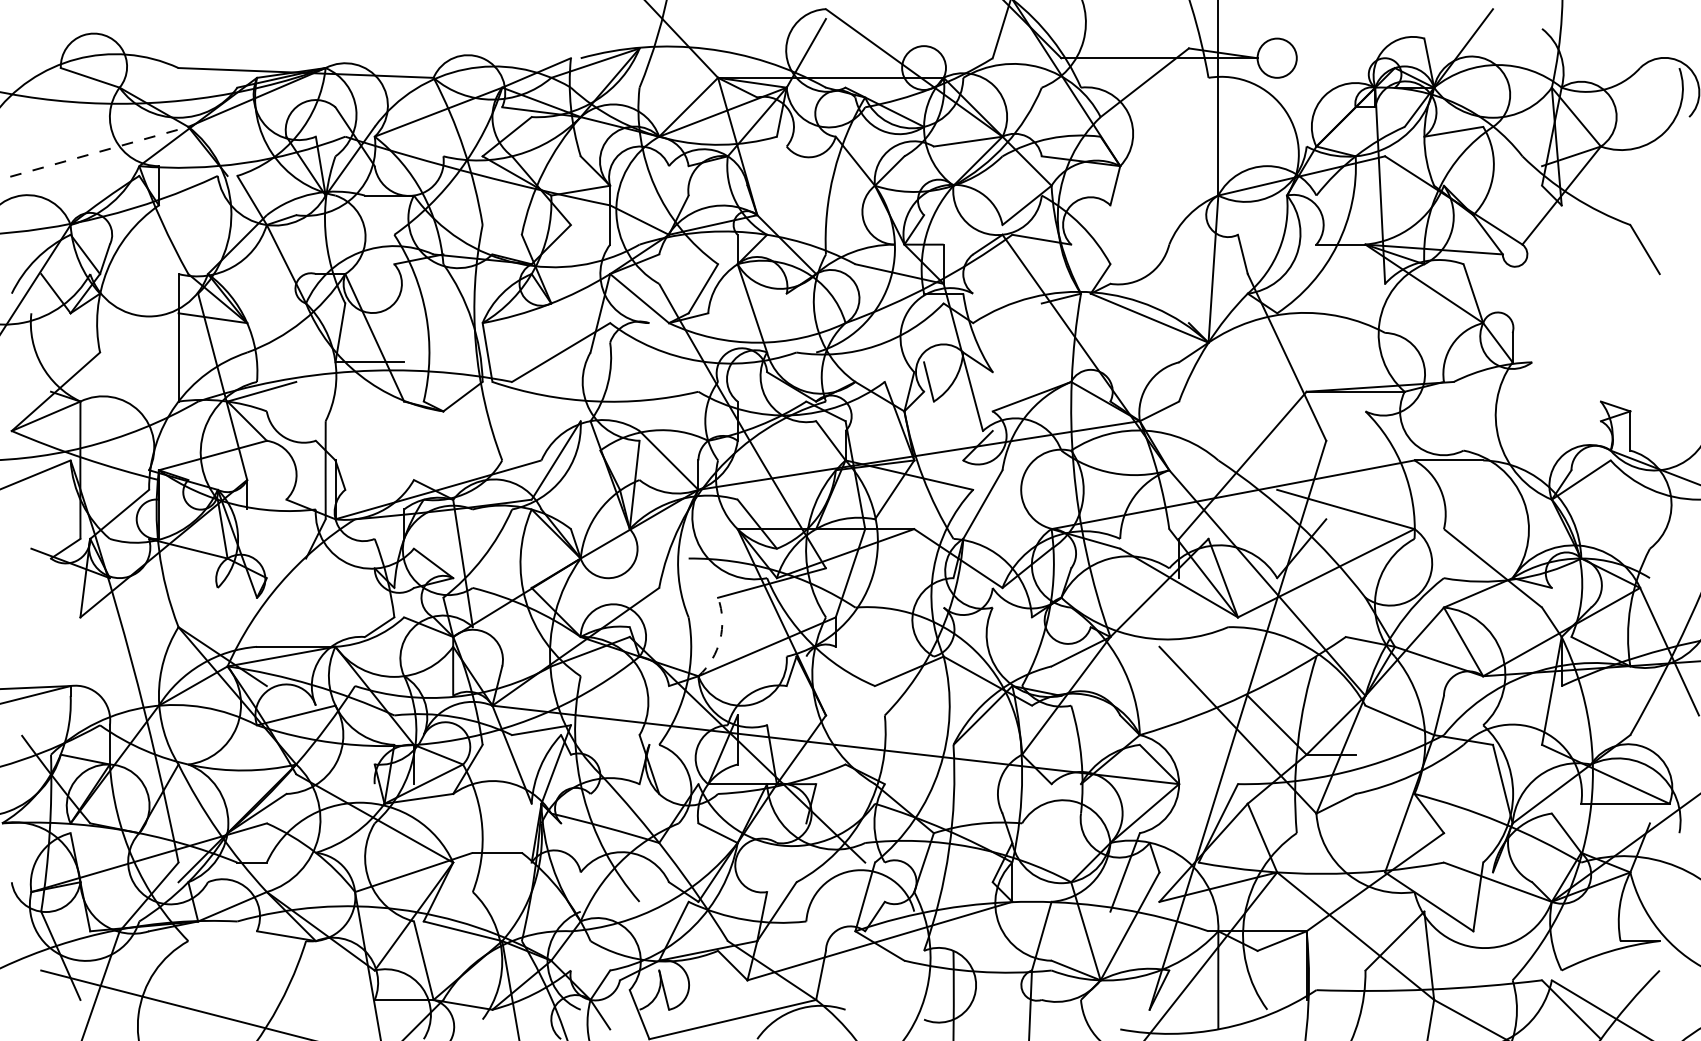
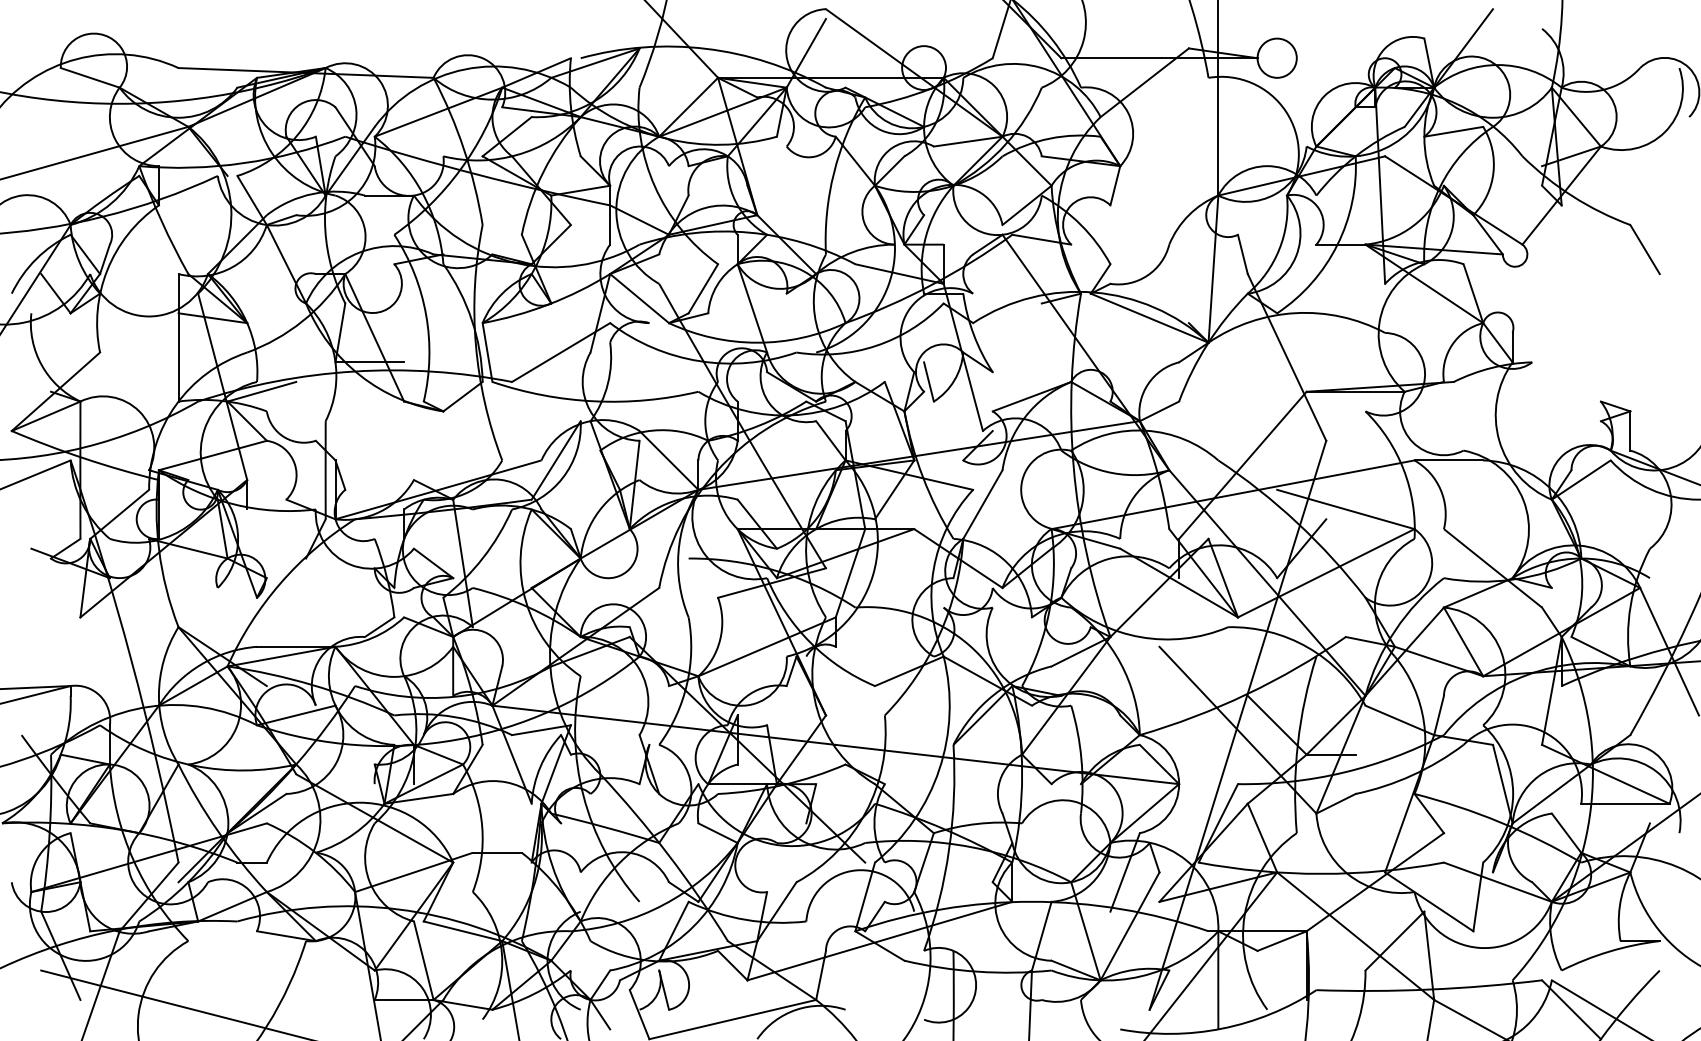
line at (95, 153): dashed -> solid
arc at (720, 639): dashed -> solid
